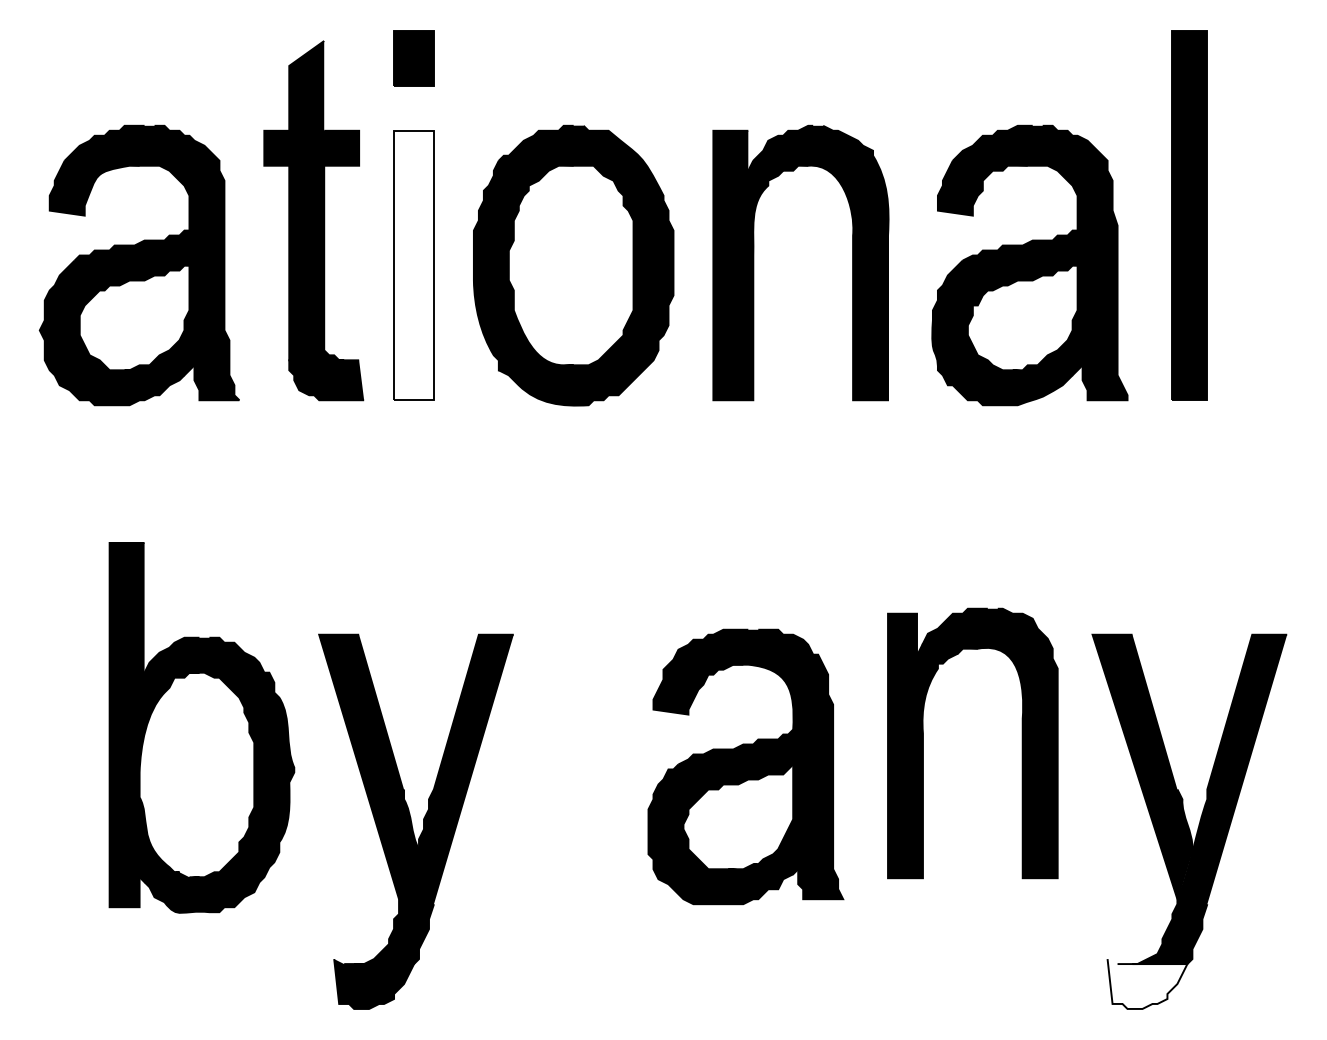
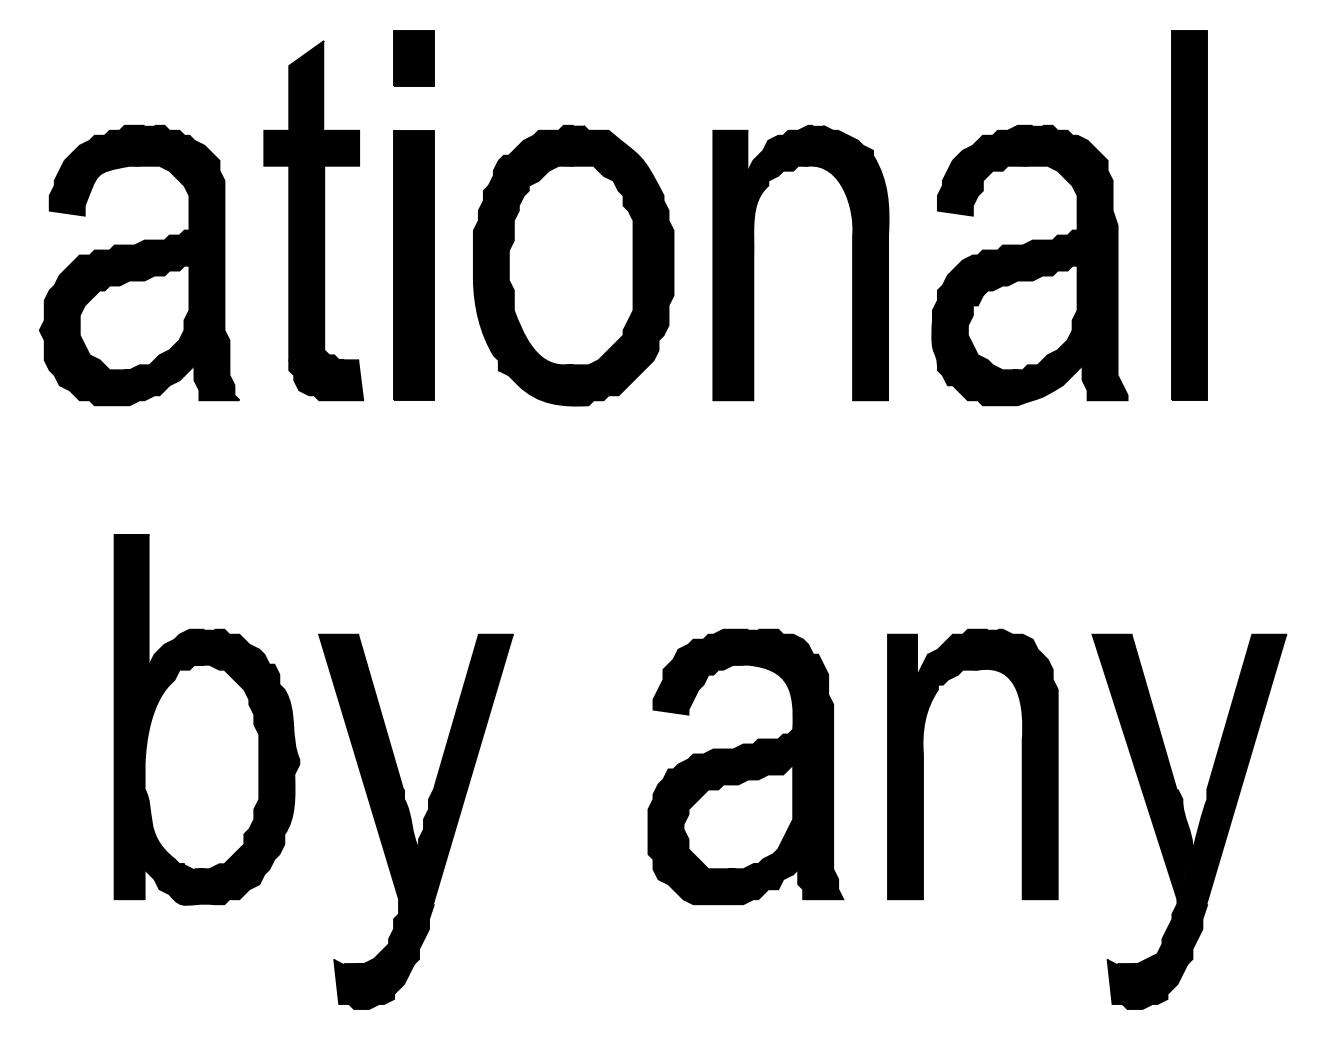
fill at (413, 265): none -> present
part at (201, 727) position: (201, 727) -> (206, 719)
part at (923, 743) position: (923, 743) -> (923, 764)
fill at (1147, 983): none -> present
